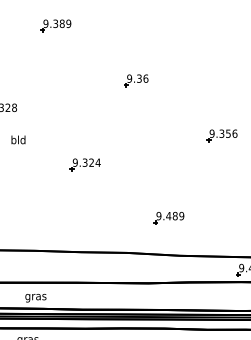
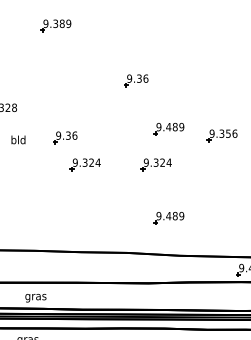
part at (168, 129): none -> present
part at (65, 137): none -> present
part at (155, 164): none -> present
